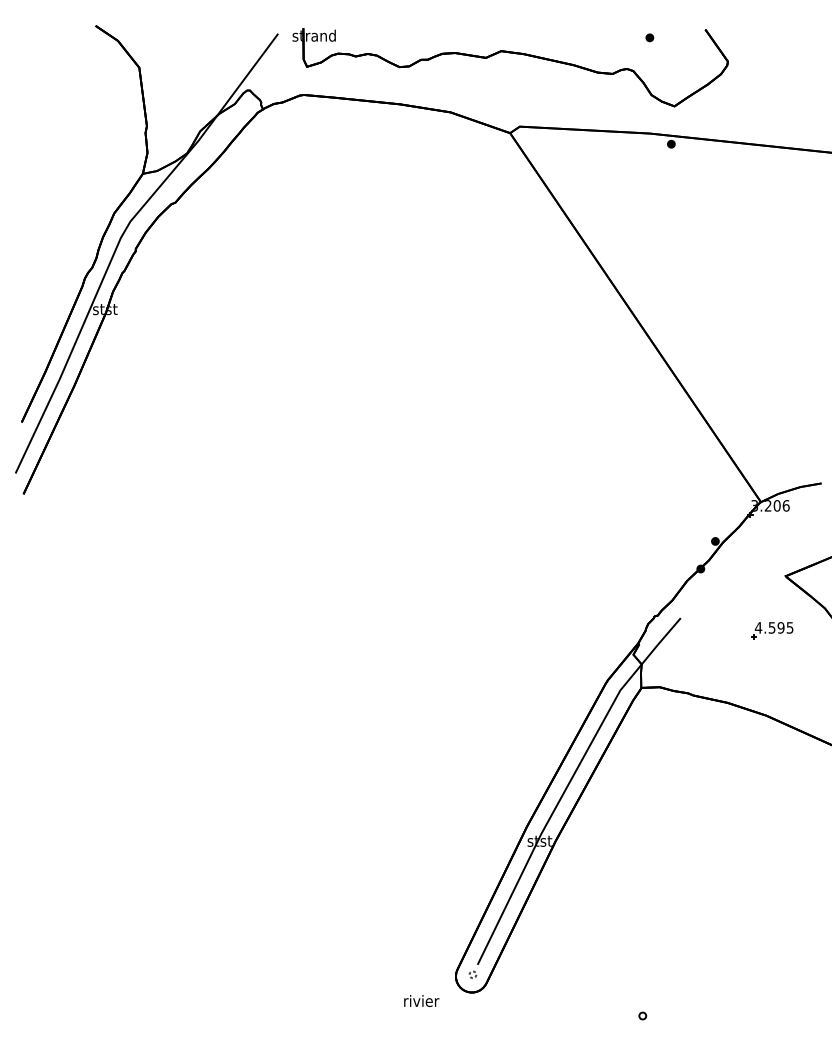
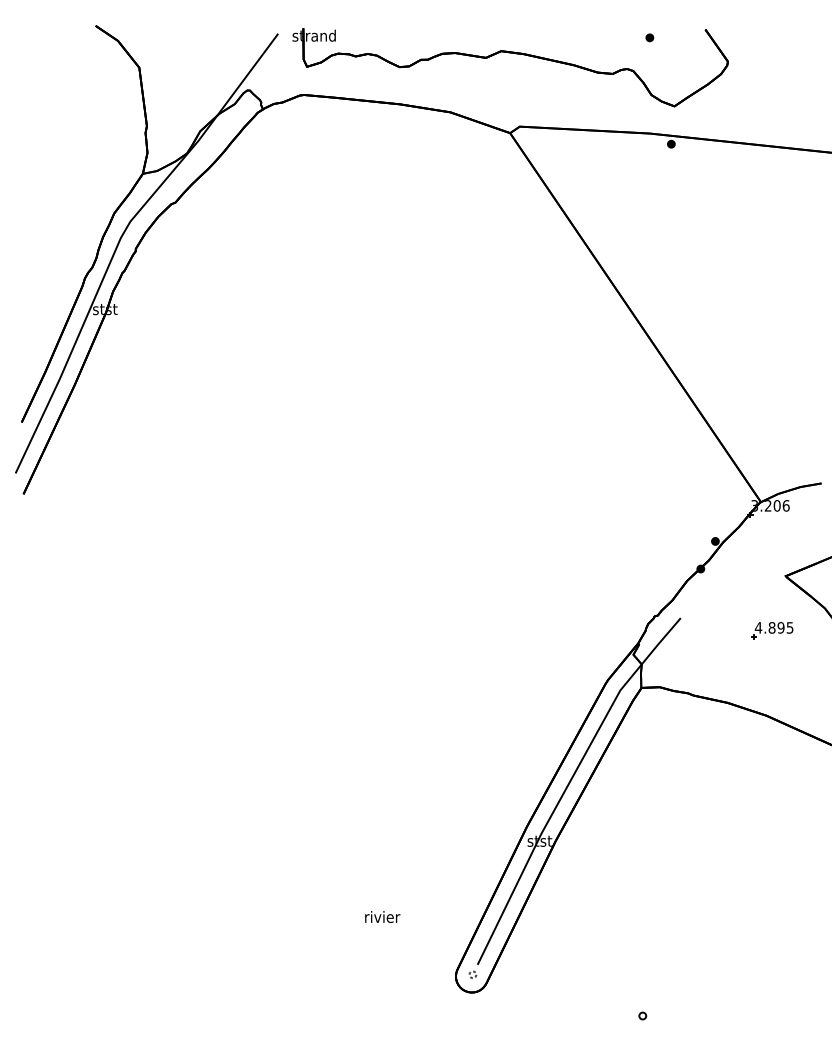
text at (771, 627): 4.595 -> 4.895
text at (421, 1000) position: (421, 1000) -> (382, 916)
